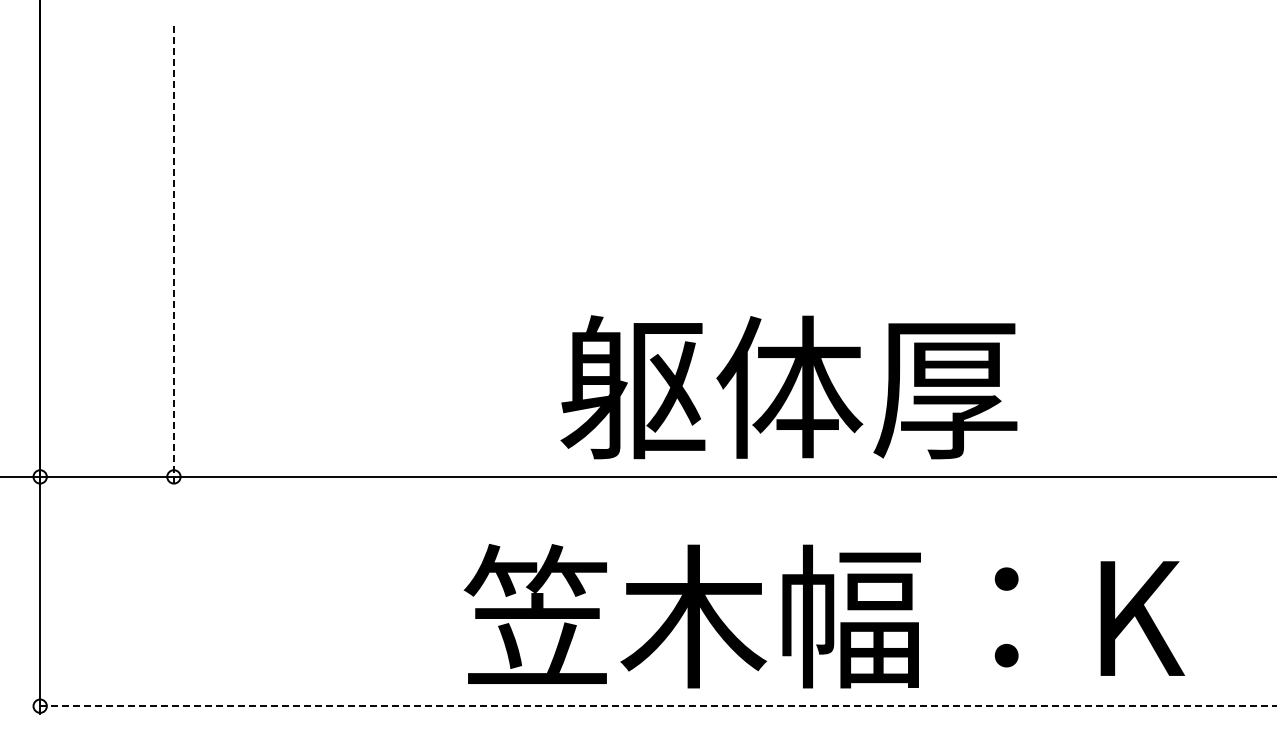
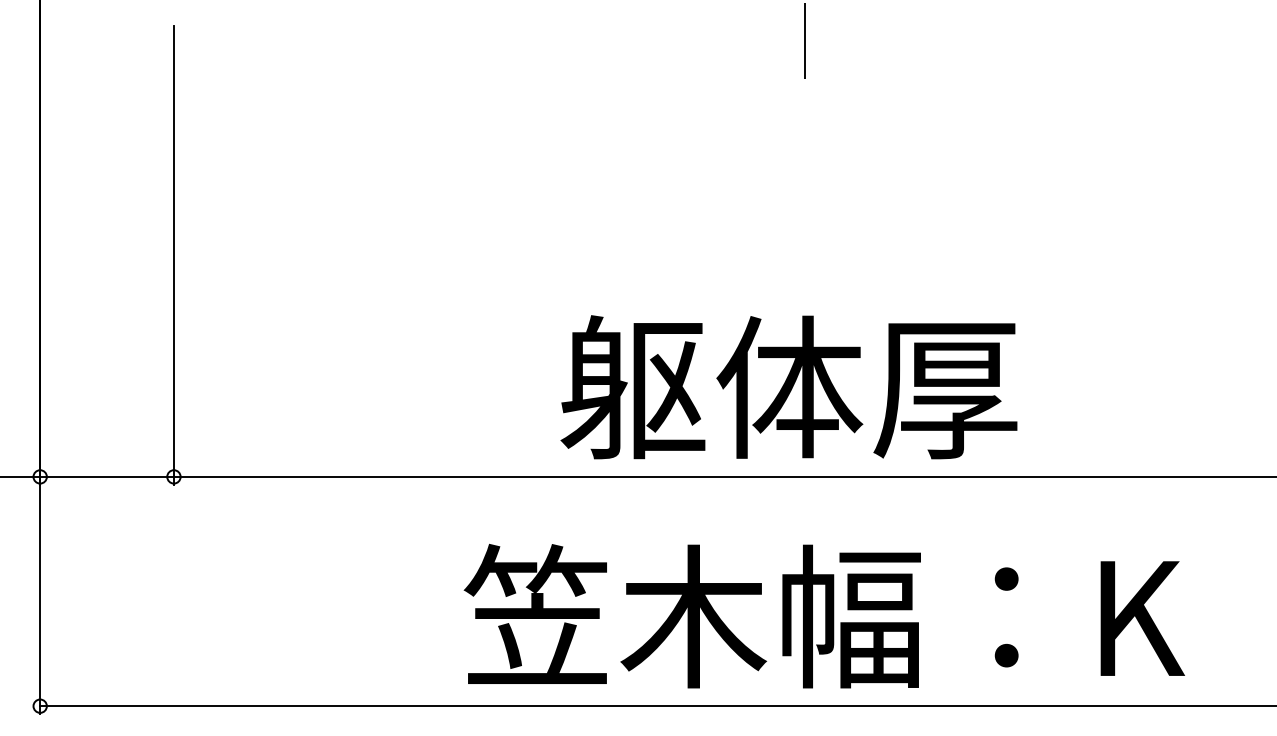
line at (804, 40): none -> present
line at (173, 255): dashed -> solid
line at (659, 706): dashed -> solid
